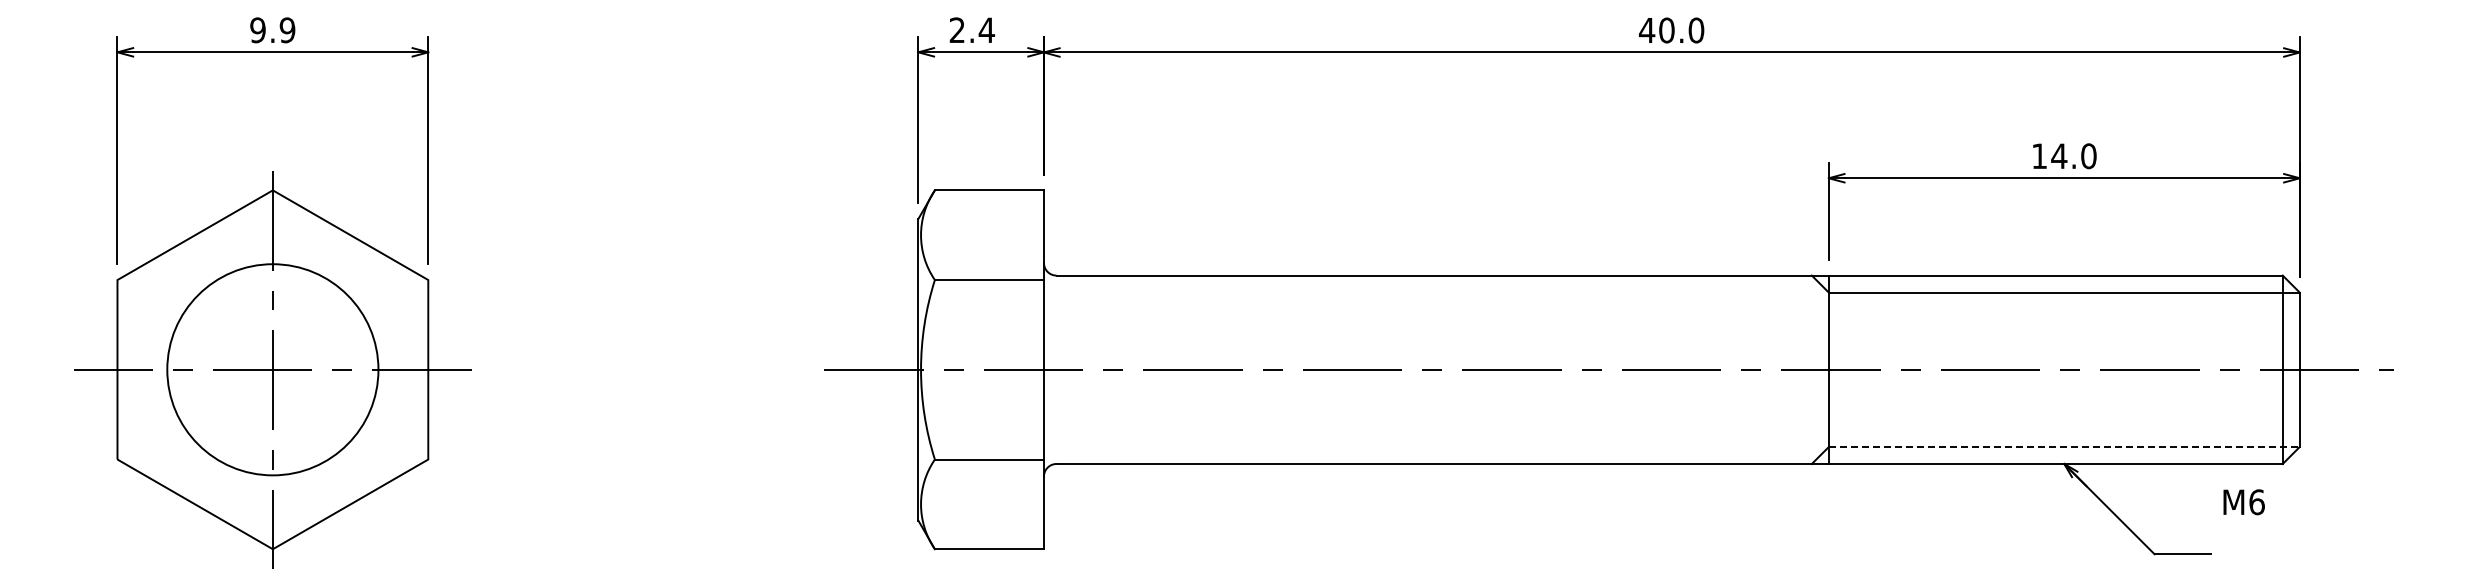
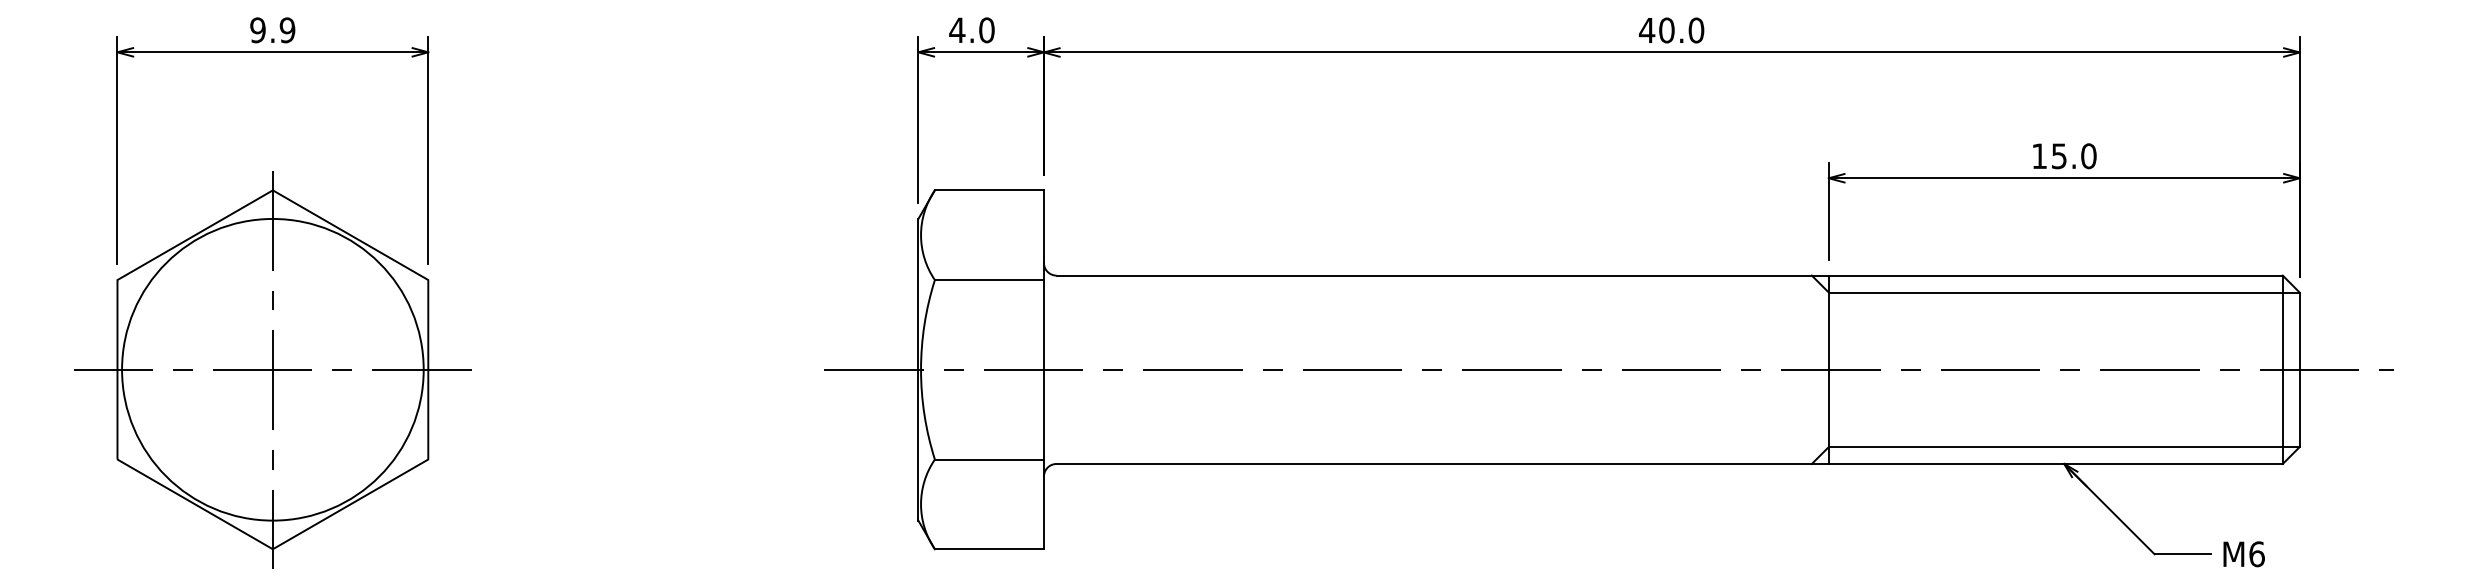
text at (972, 30): 2.4 -> 4.0
text at (2059, 156): 14.0 -> 15.0
circle at (272, 369) diameter: 211 px -> 302 px
line at (2064, 446): dashed -> solid
text at (2243, 502) position: (2243, 502) -> (2243, 554)
